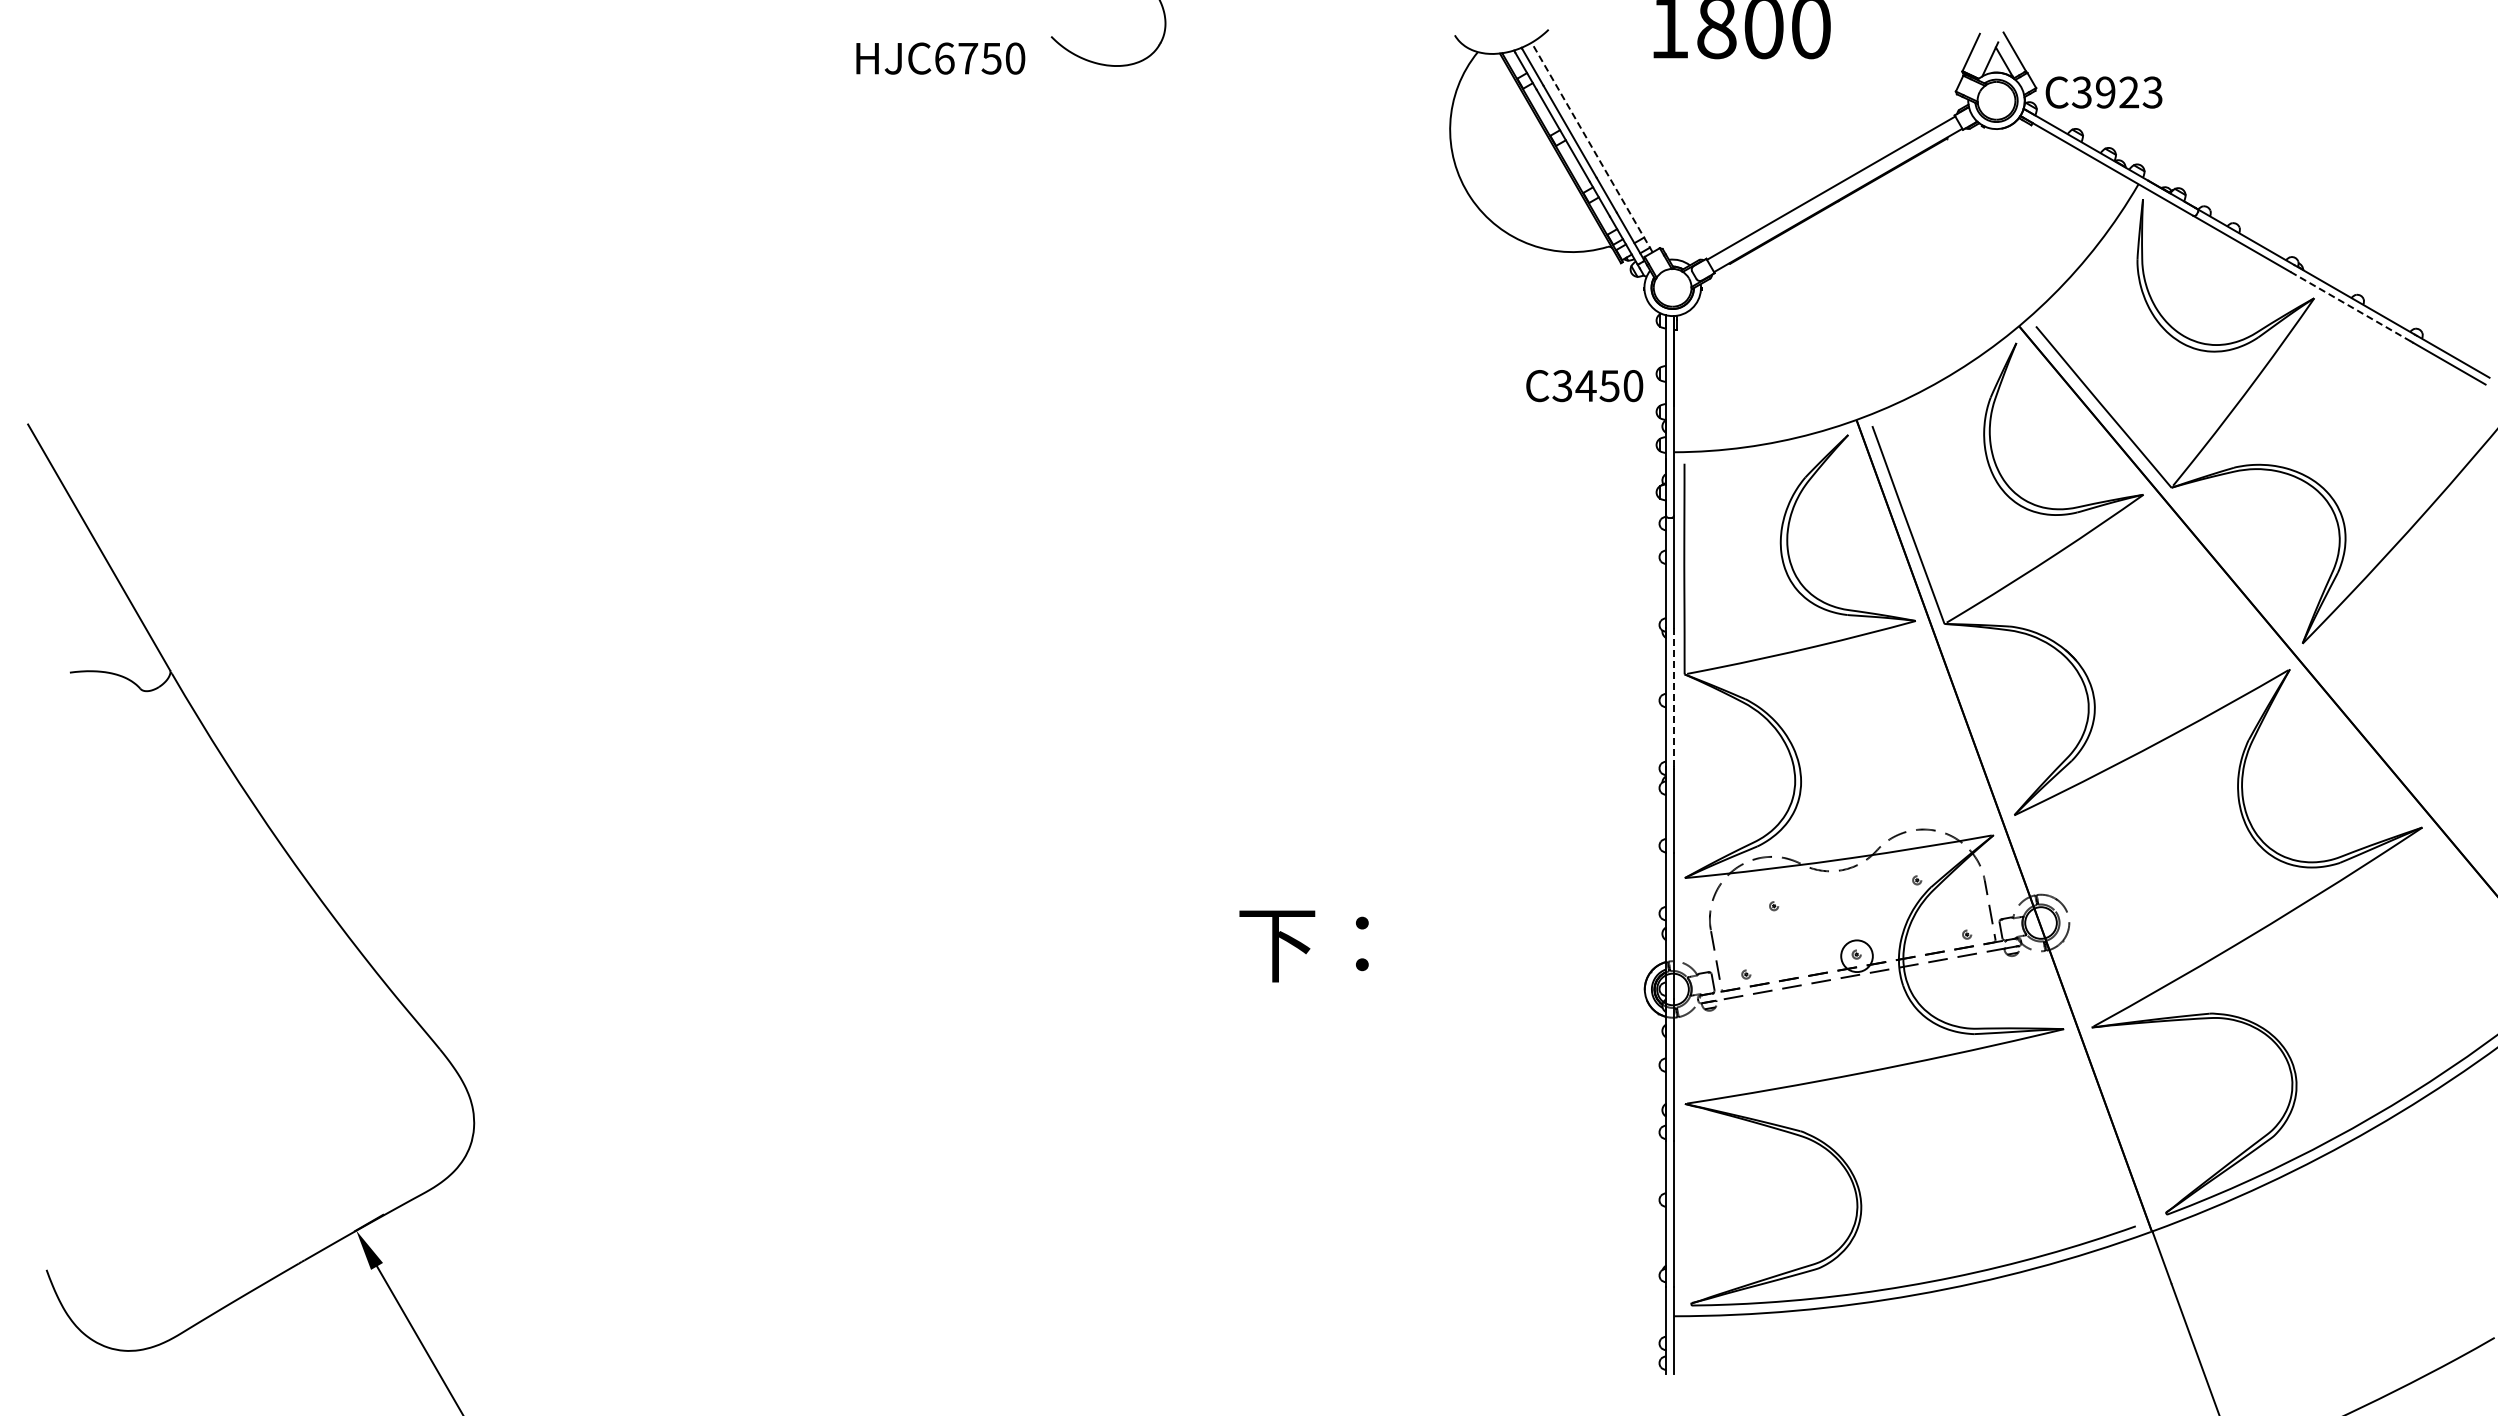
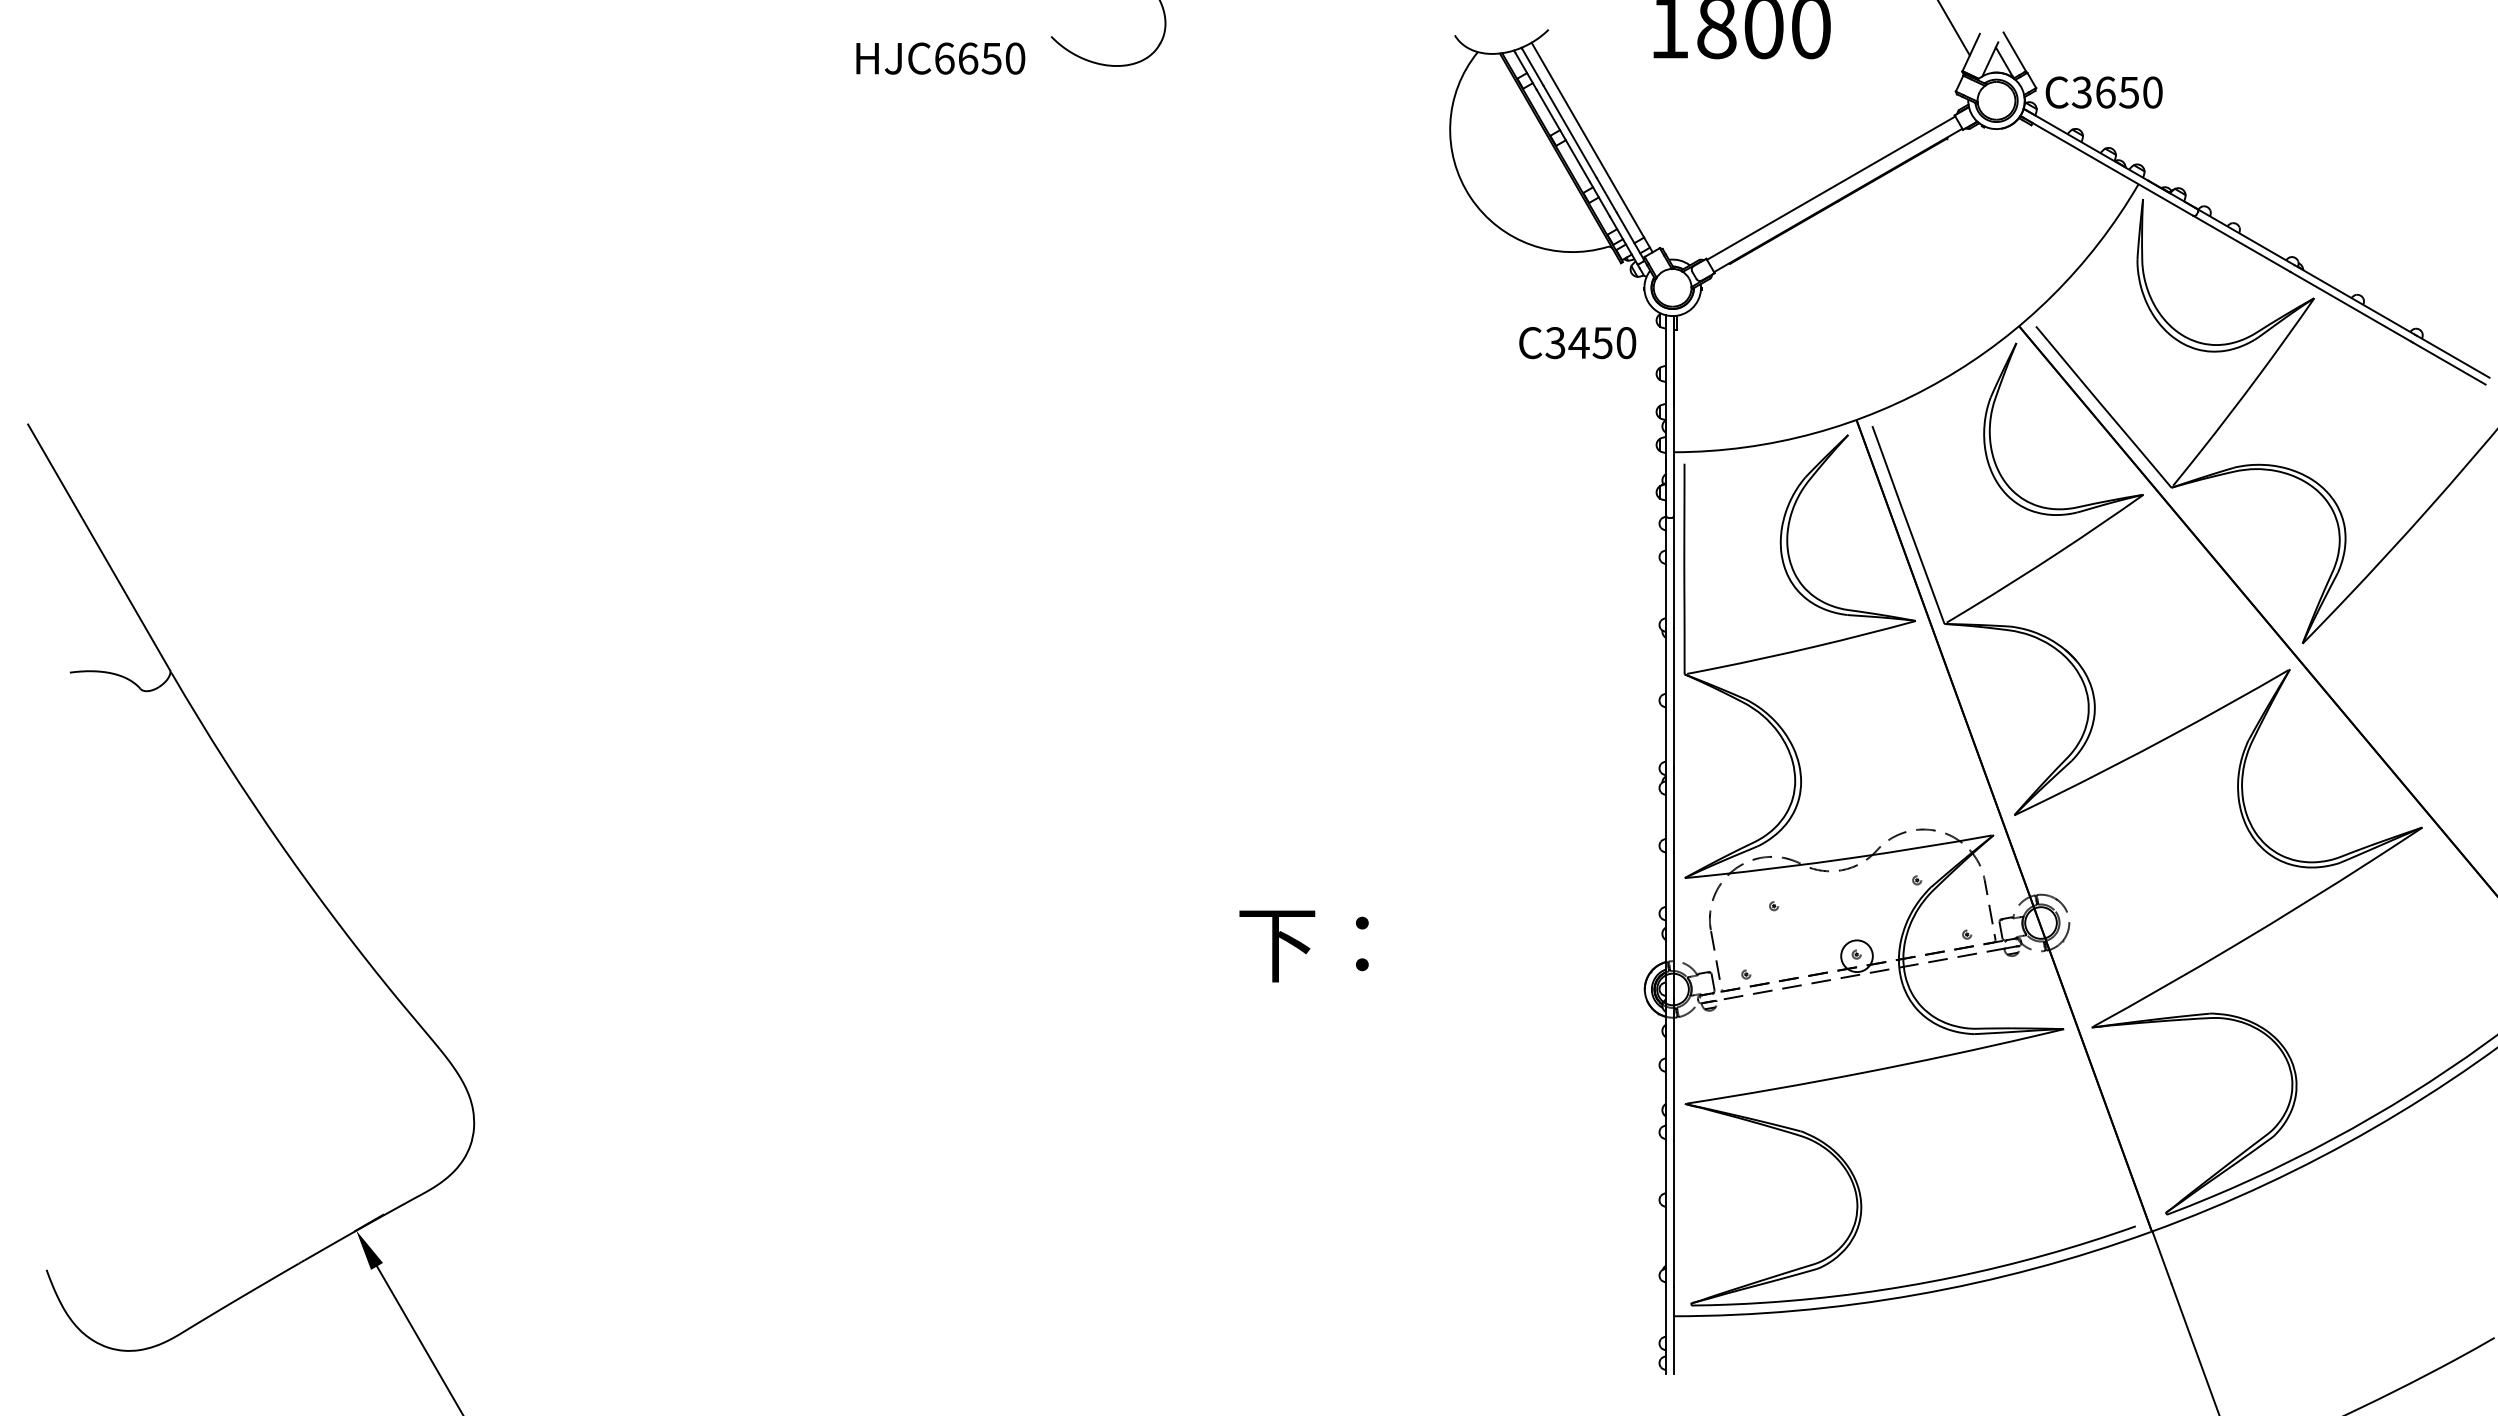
line at (1954, 28): none -> present
text at (968, 58): HJC6750 -> HJC6650
text at (2129, 92): C3923 -> C3650
line at (1591, 147): dashed -> solid
line at (2350, 306): dashed -> solid
text at (1584, 386) position: (1584, 386) -> (1577, 343)
line at (1674, 697): dashed -> solid
